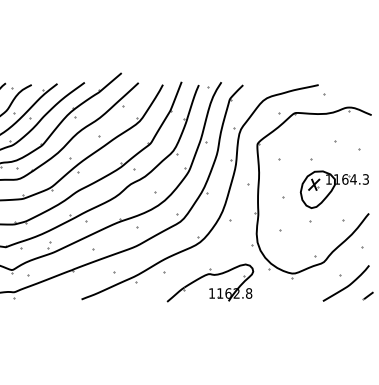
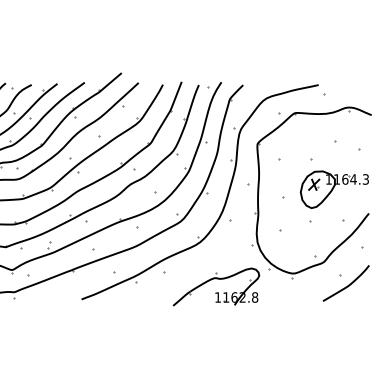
part at (210, 282) position: (210, 282) -> (216, 286)
part at (367, 295): present -> none
